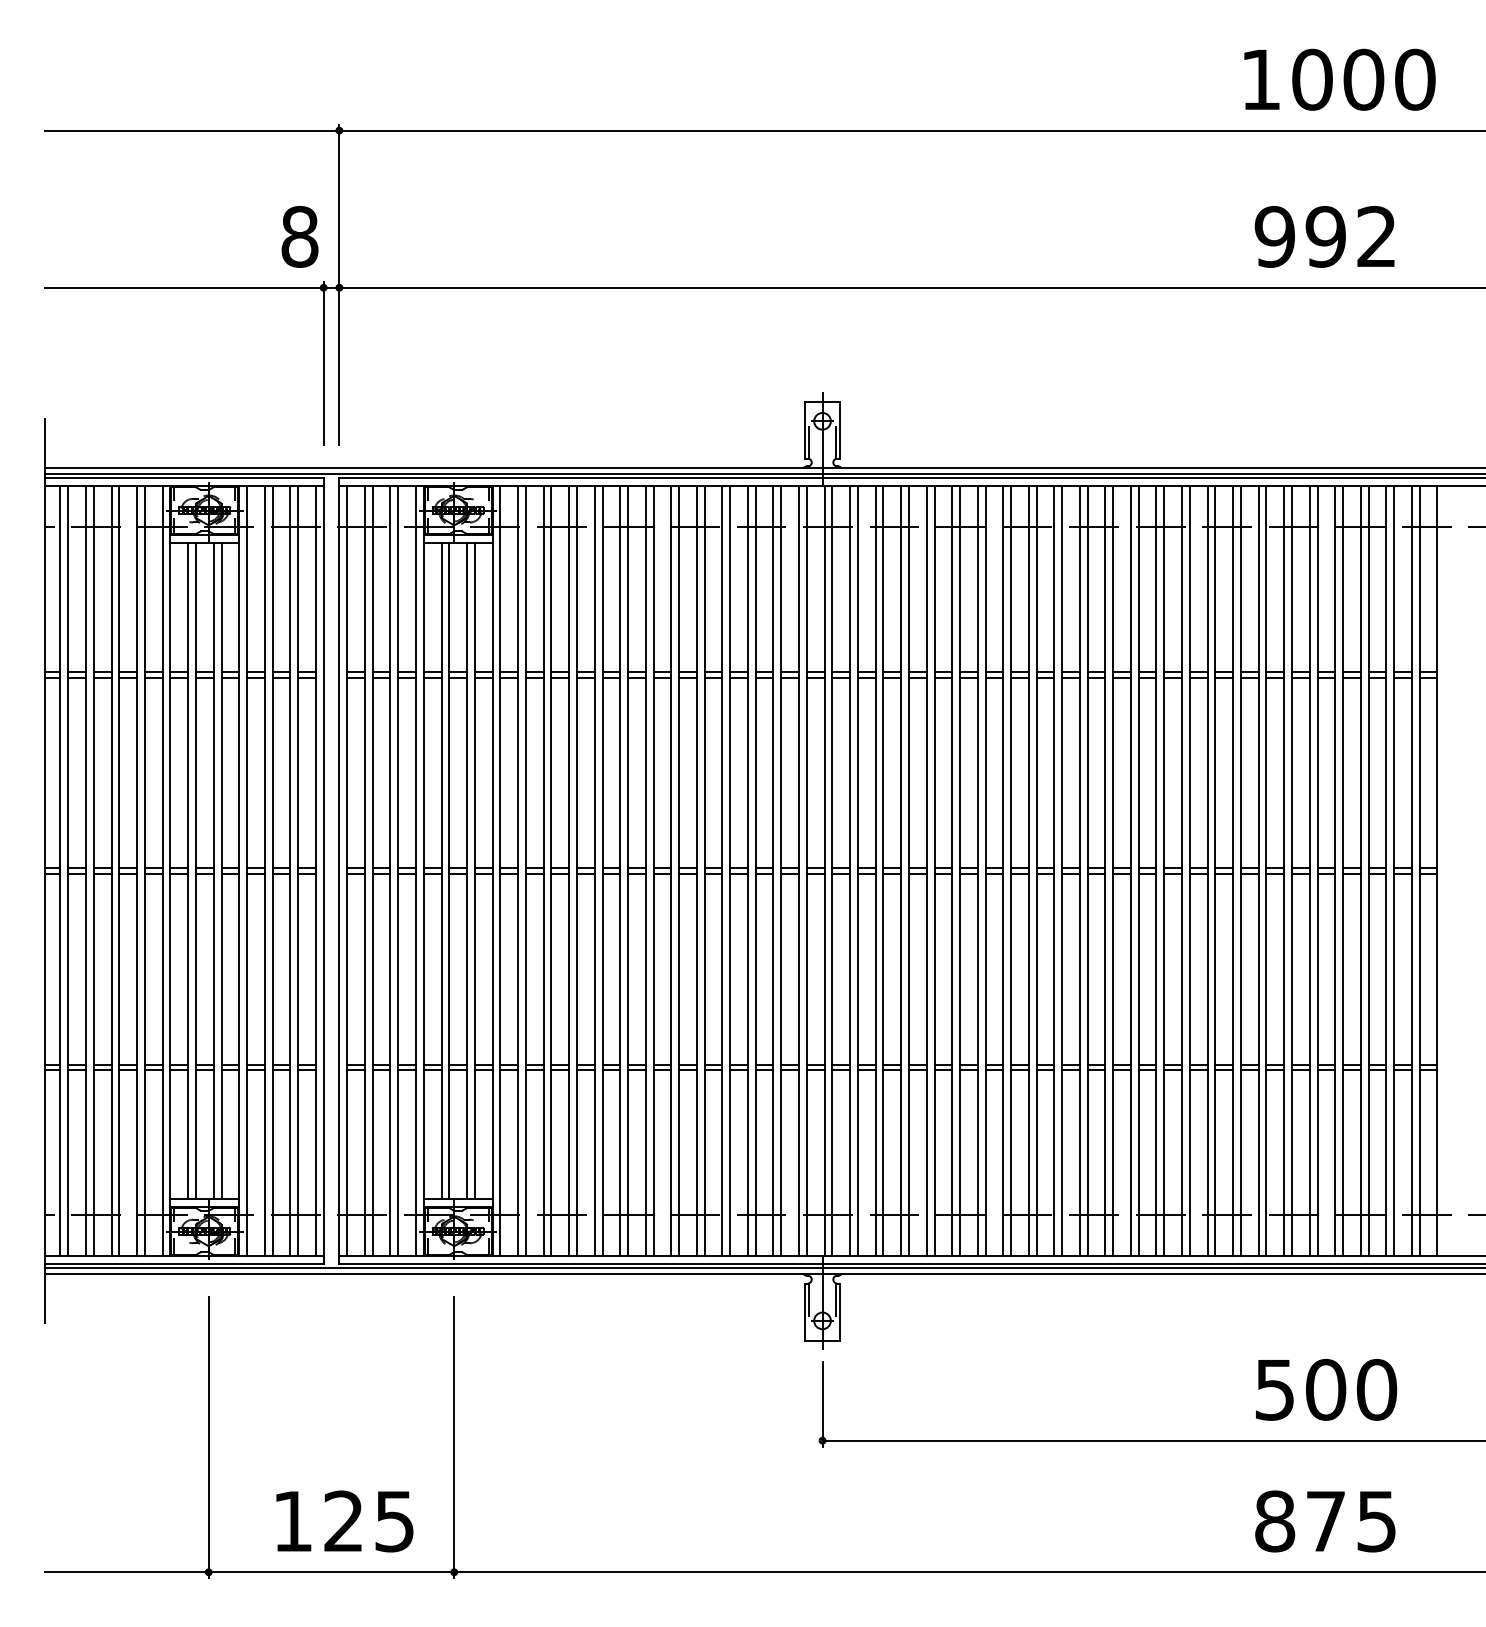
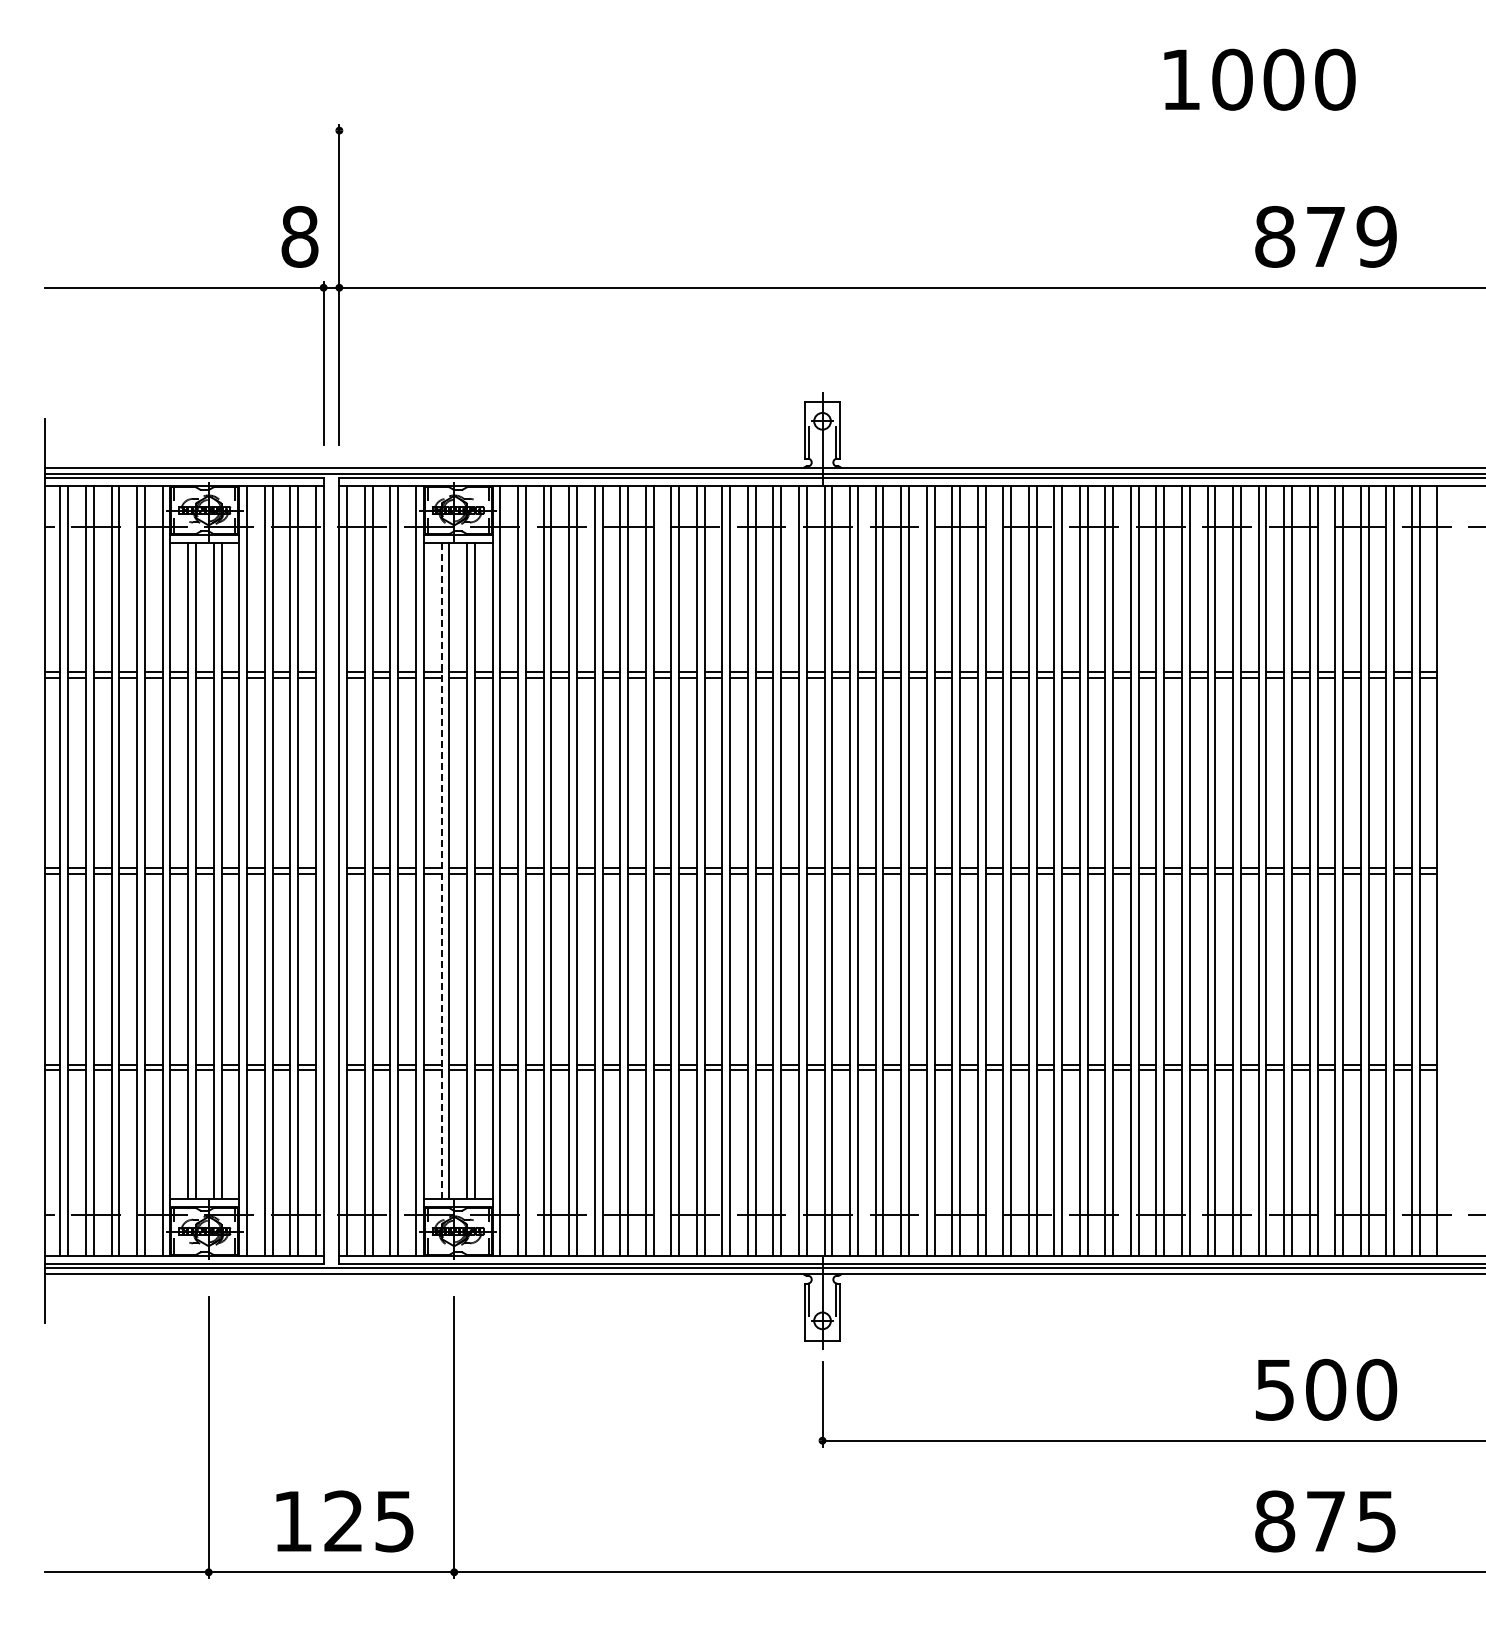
text at (1339, 79) position: (1339, 79) -> (1259, 79)
line at (763, 130): present -> none
text at (1325, 236): 992 -> 879
line at (441, 870): solid -> dashed
